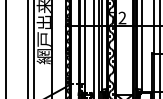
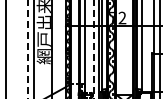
line at (27, 49): solid -> dashed
line at (93, 49): solid -> dashed
